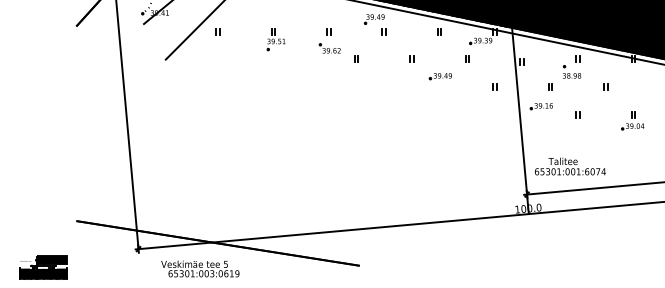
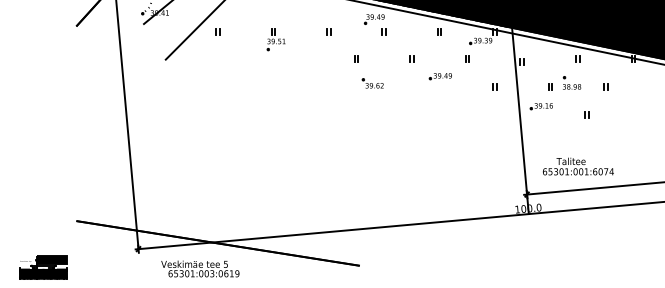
part at (329, 48) position: (329, 48) -> (372, 83)
part at (571, 71) position: (571, 71) -> (571, 82)
part at (577, 114) position: (577, 114) -> (586, 114)
part at (632, 120): present -> none
text at (570, 166) position: (570, 166) -> (578, 166)
